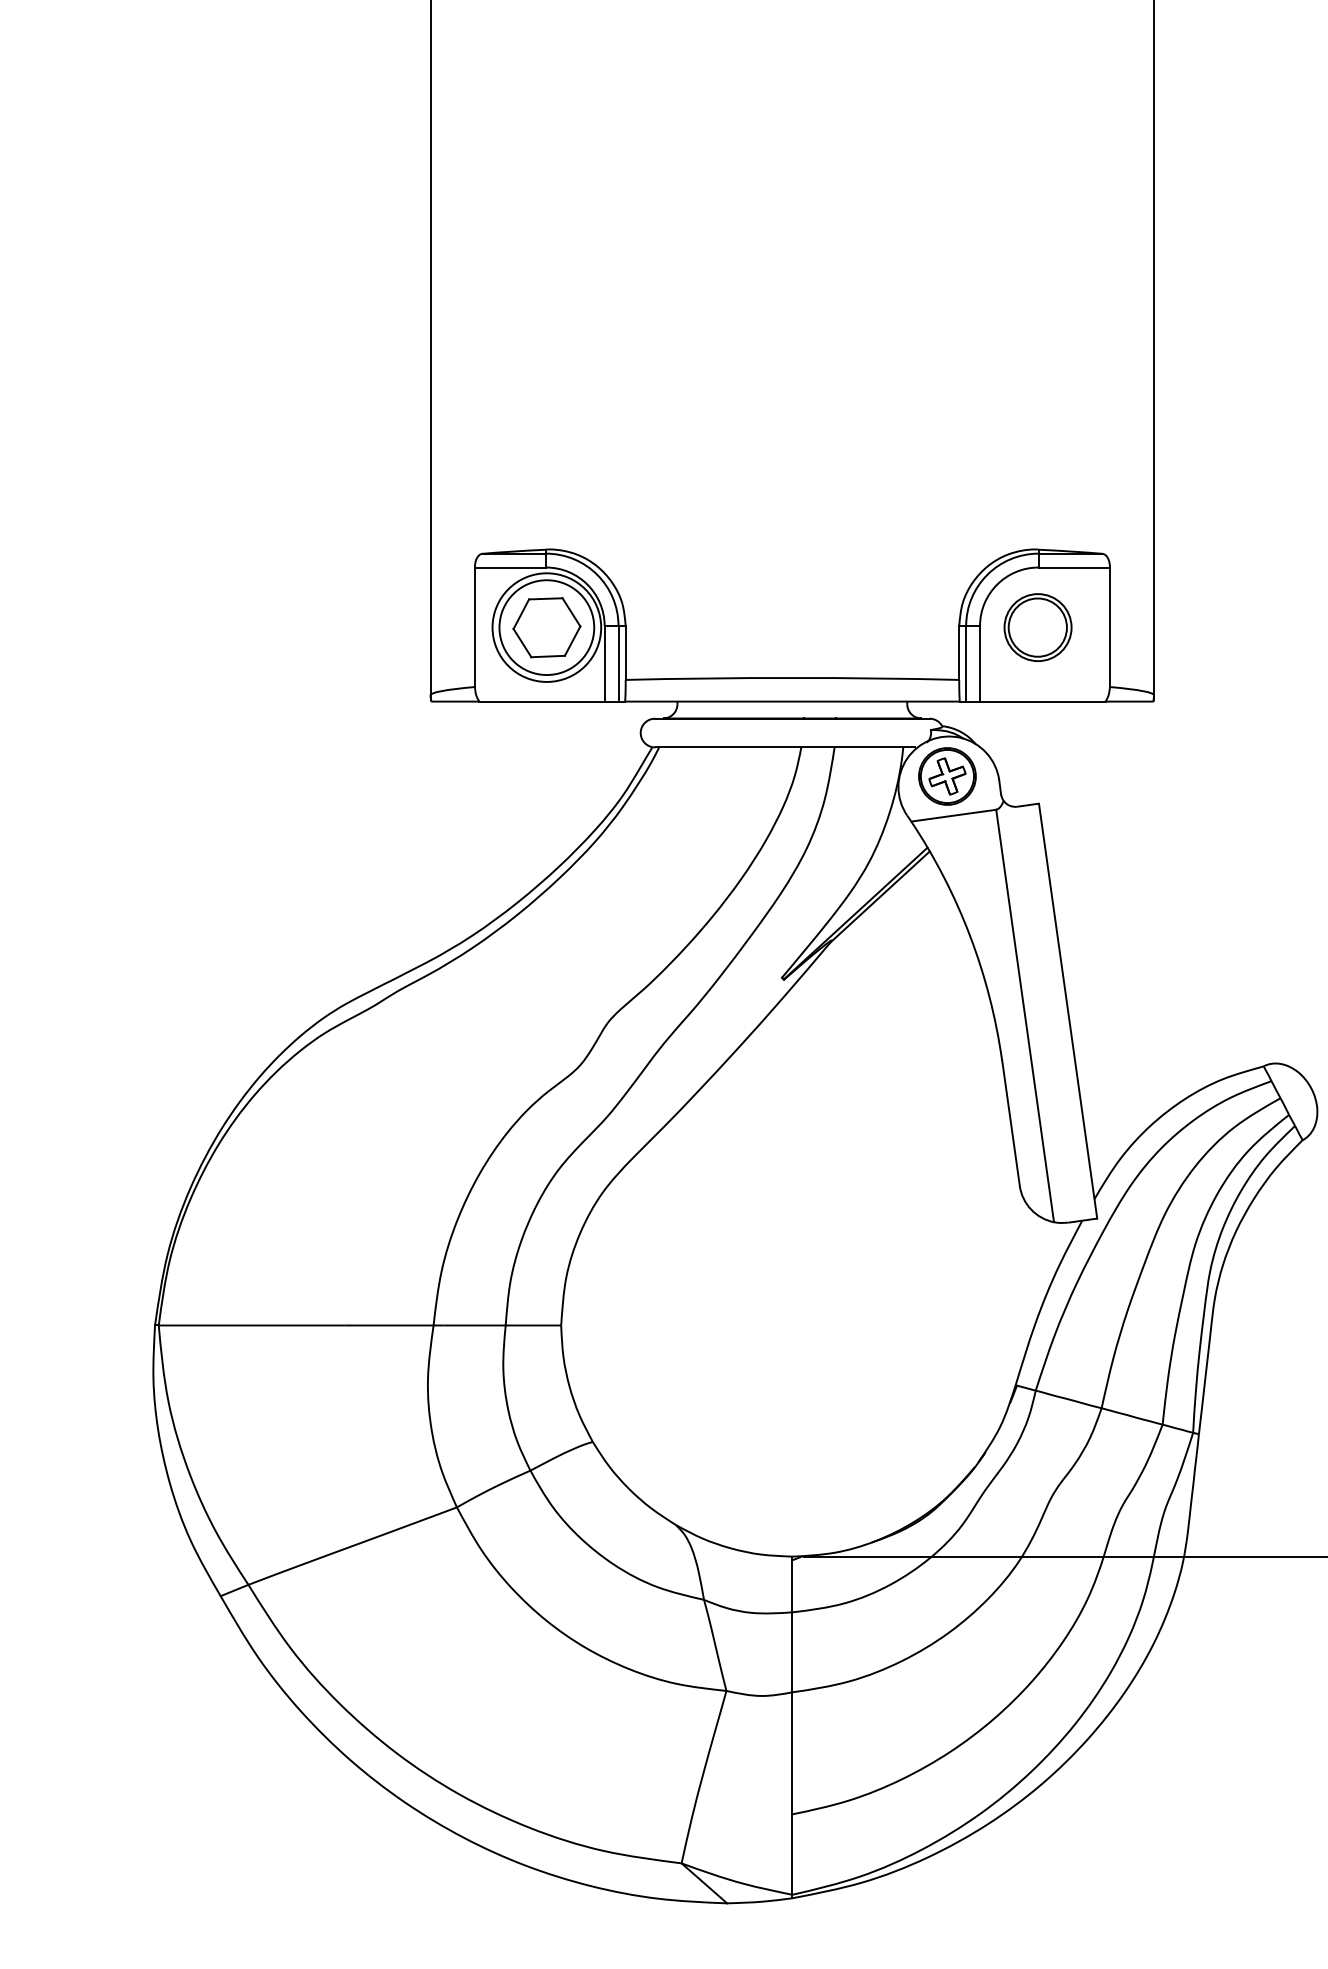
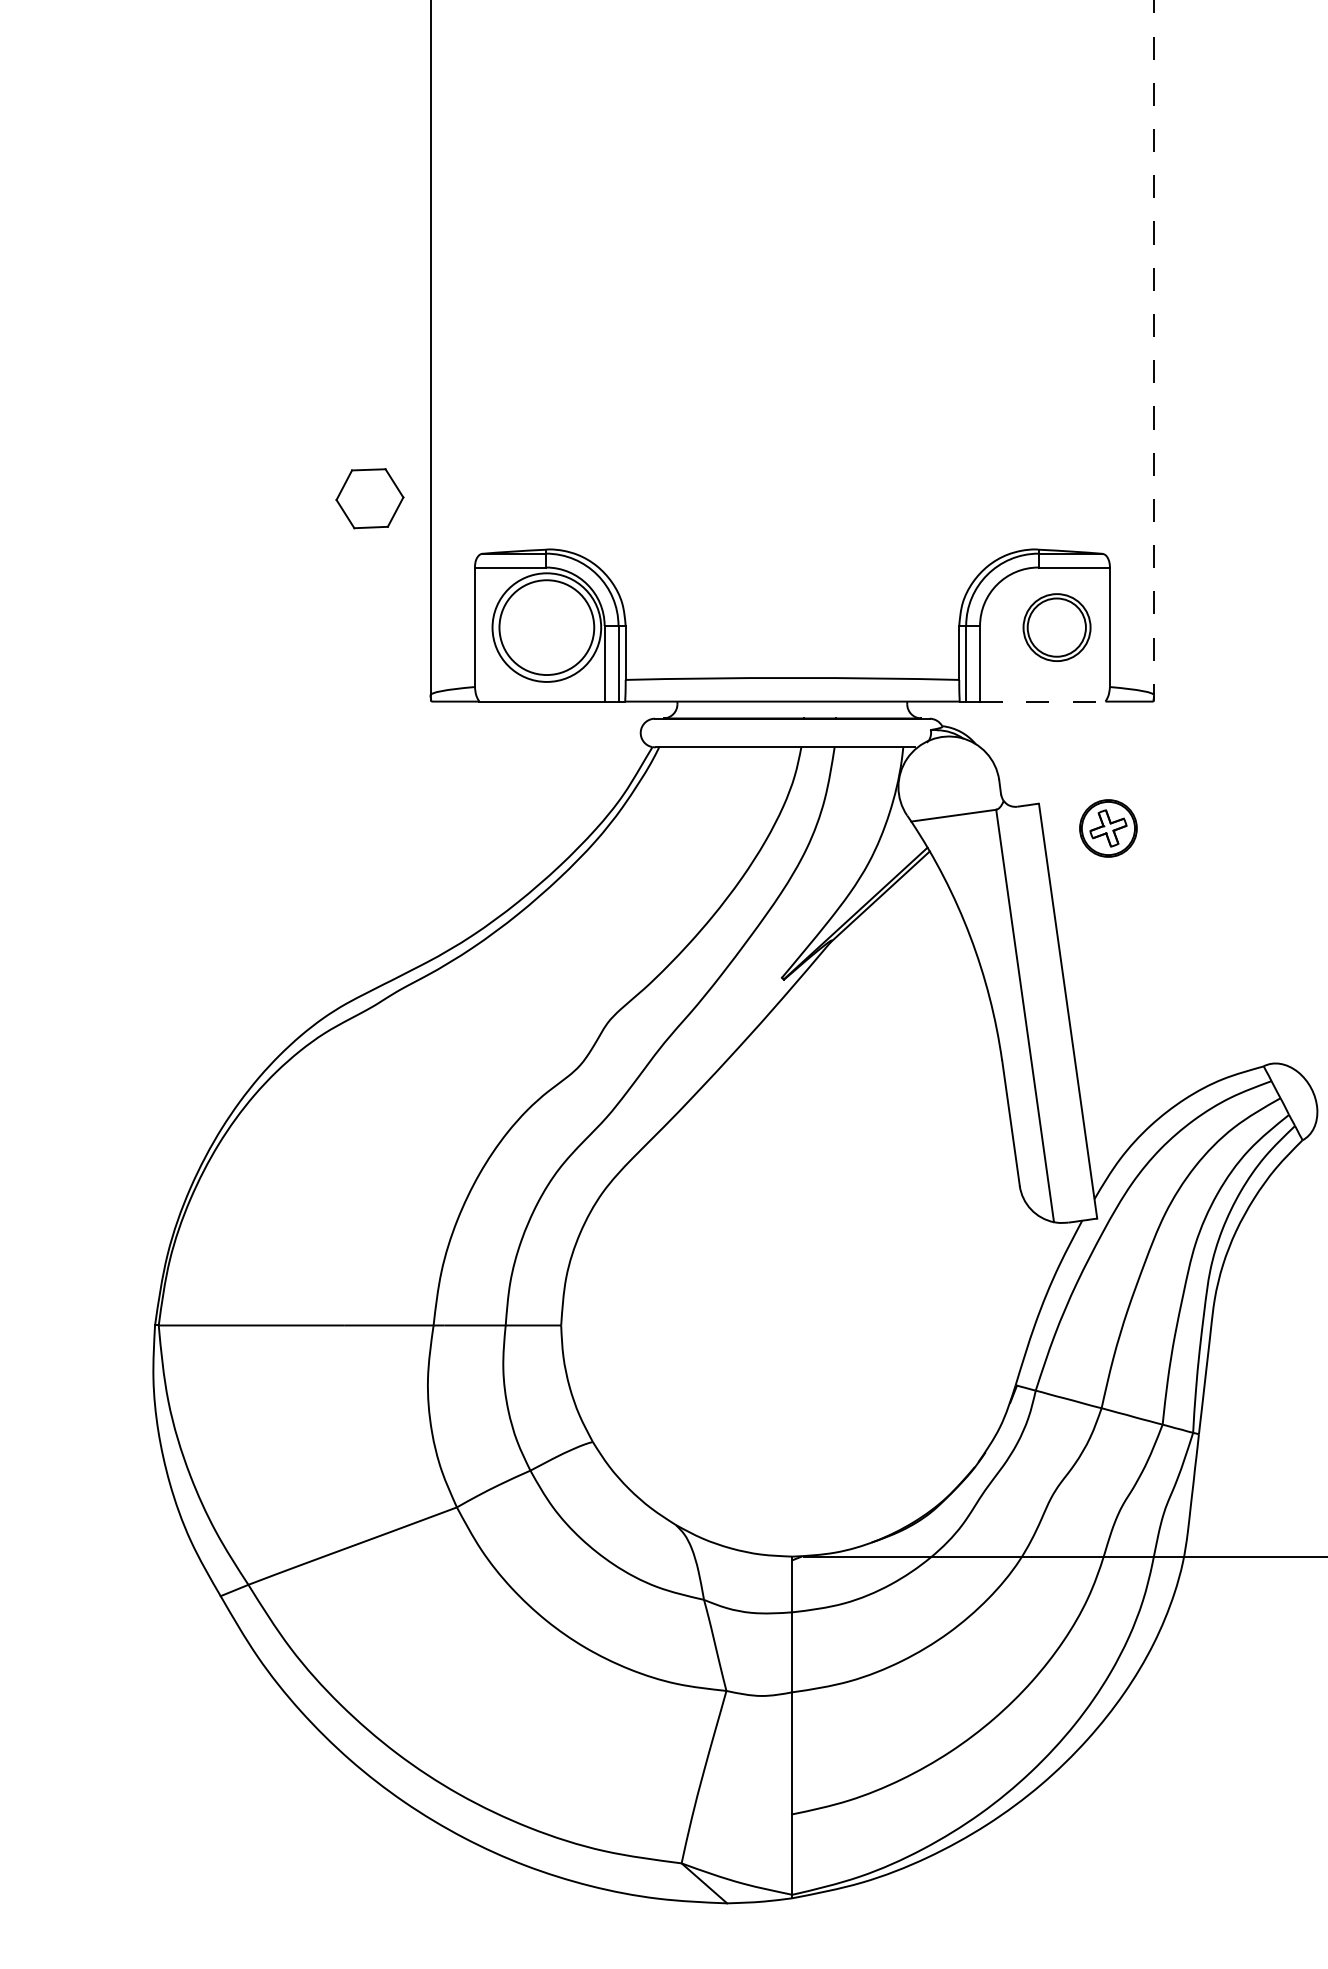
line at (1154, 348): solid -> dashed
part at (546, 627) position: (546, 627) -> (369, 498)
part at (1037, 627) position: (1037, 627) -> (1056, 627)
line at (1042, 701): solid -> dashed
part at (947, 776) position: (947, 776) -> (1108, 828)
